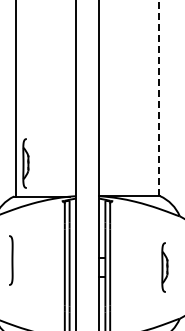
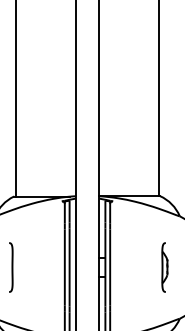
line at (159, 98): dashed -> solid
part at (25, 163): present -> none
line at (11, 260) position: (11, 260) -> (11, 267)
